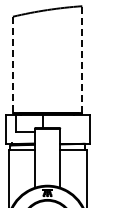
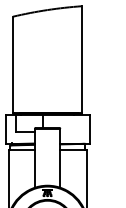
line at (82, 58): dashed -> solid
line at (12, 64): dashed -> solid
